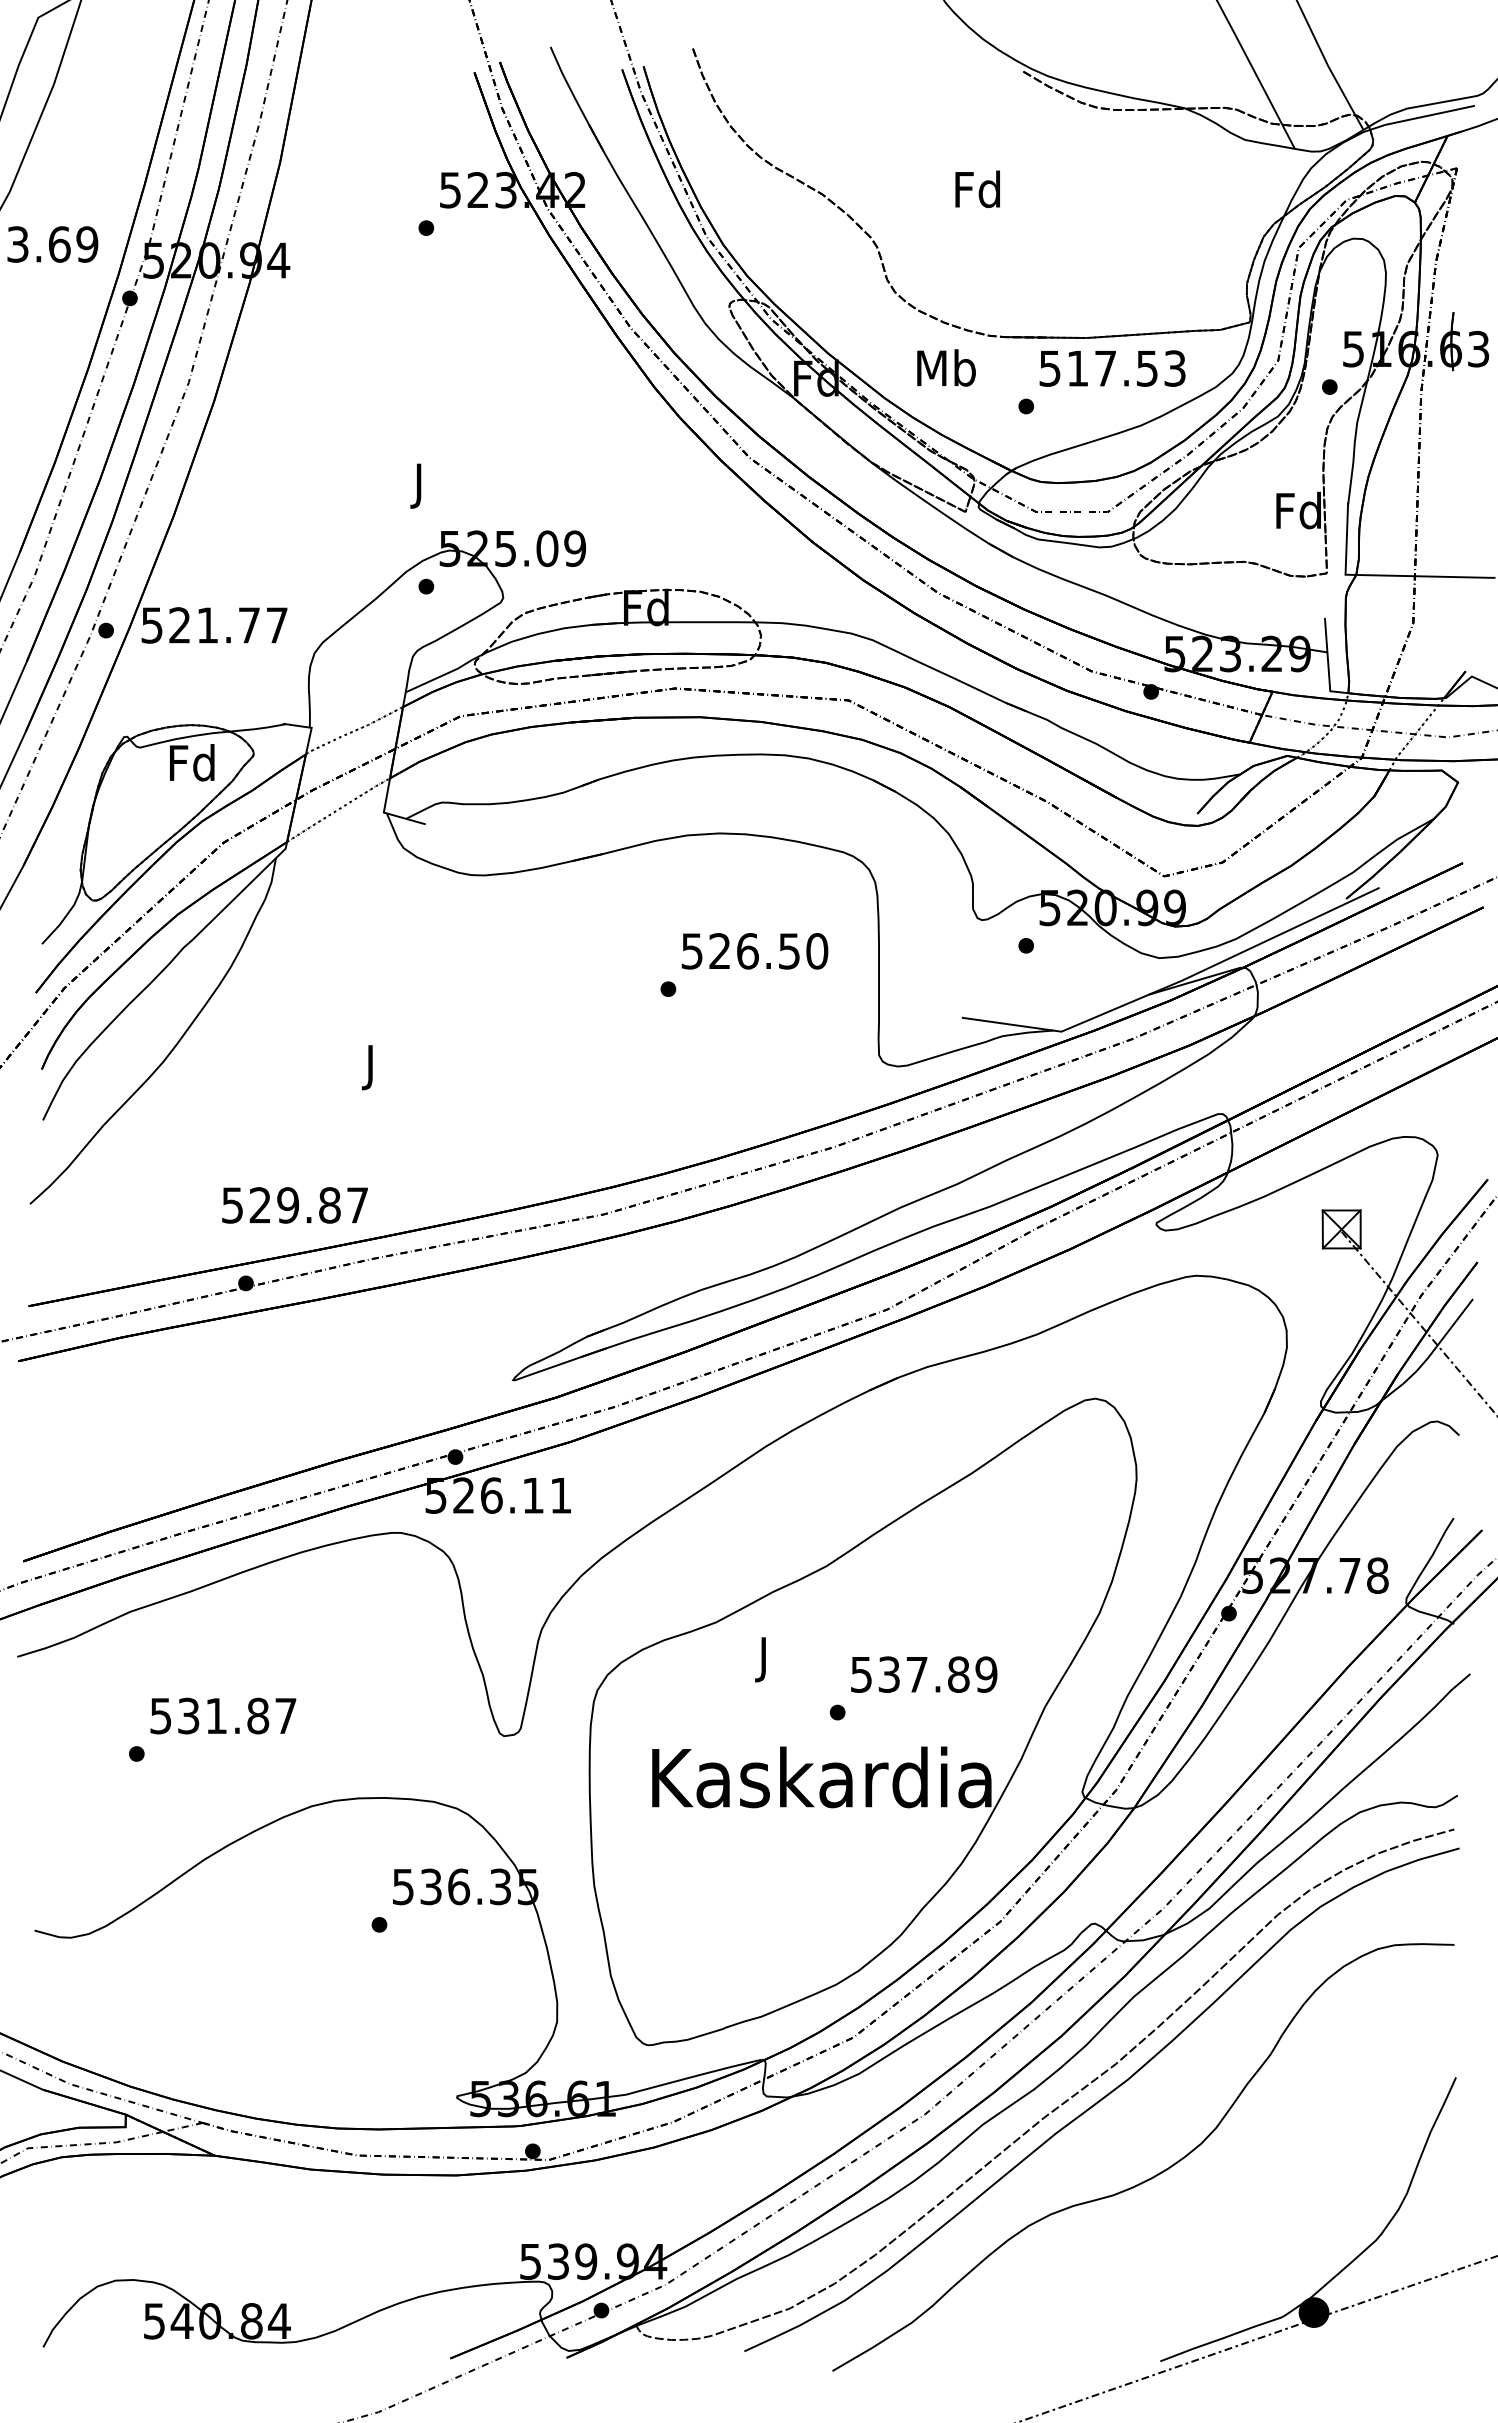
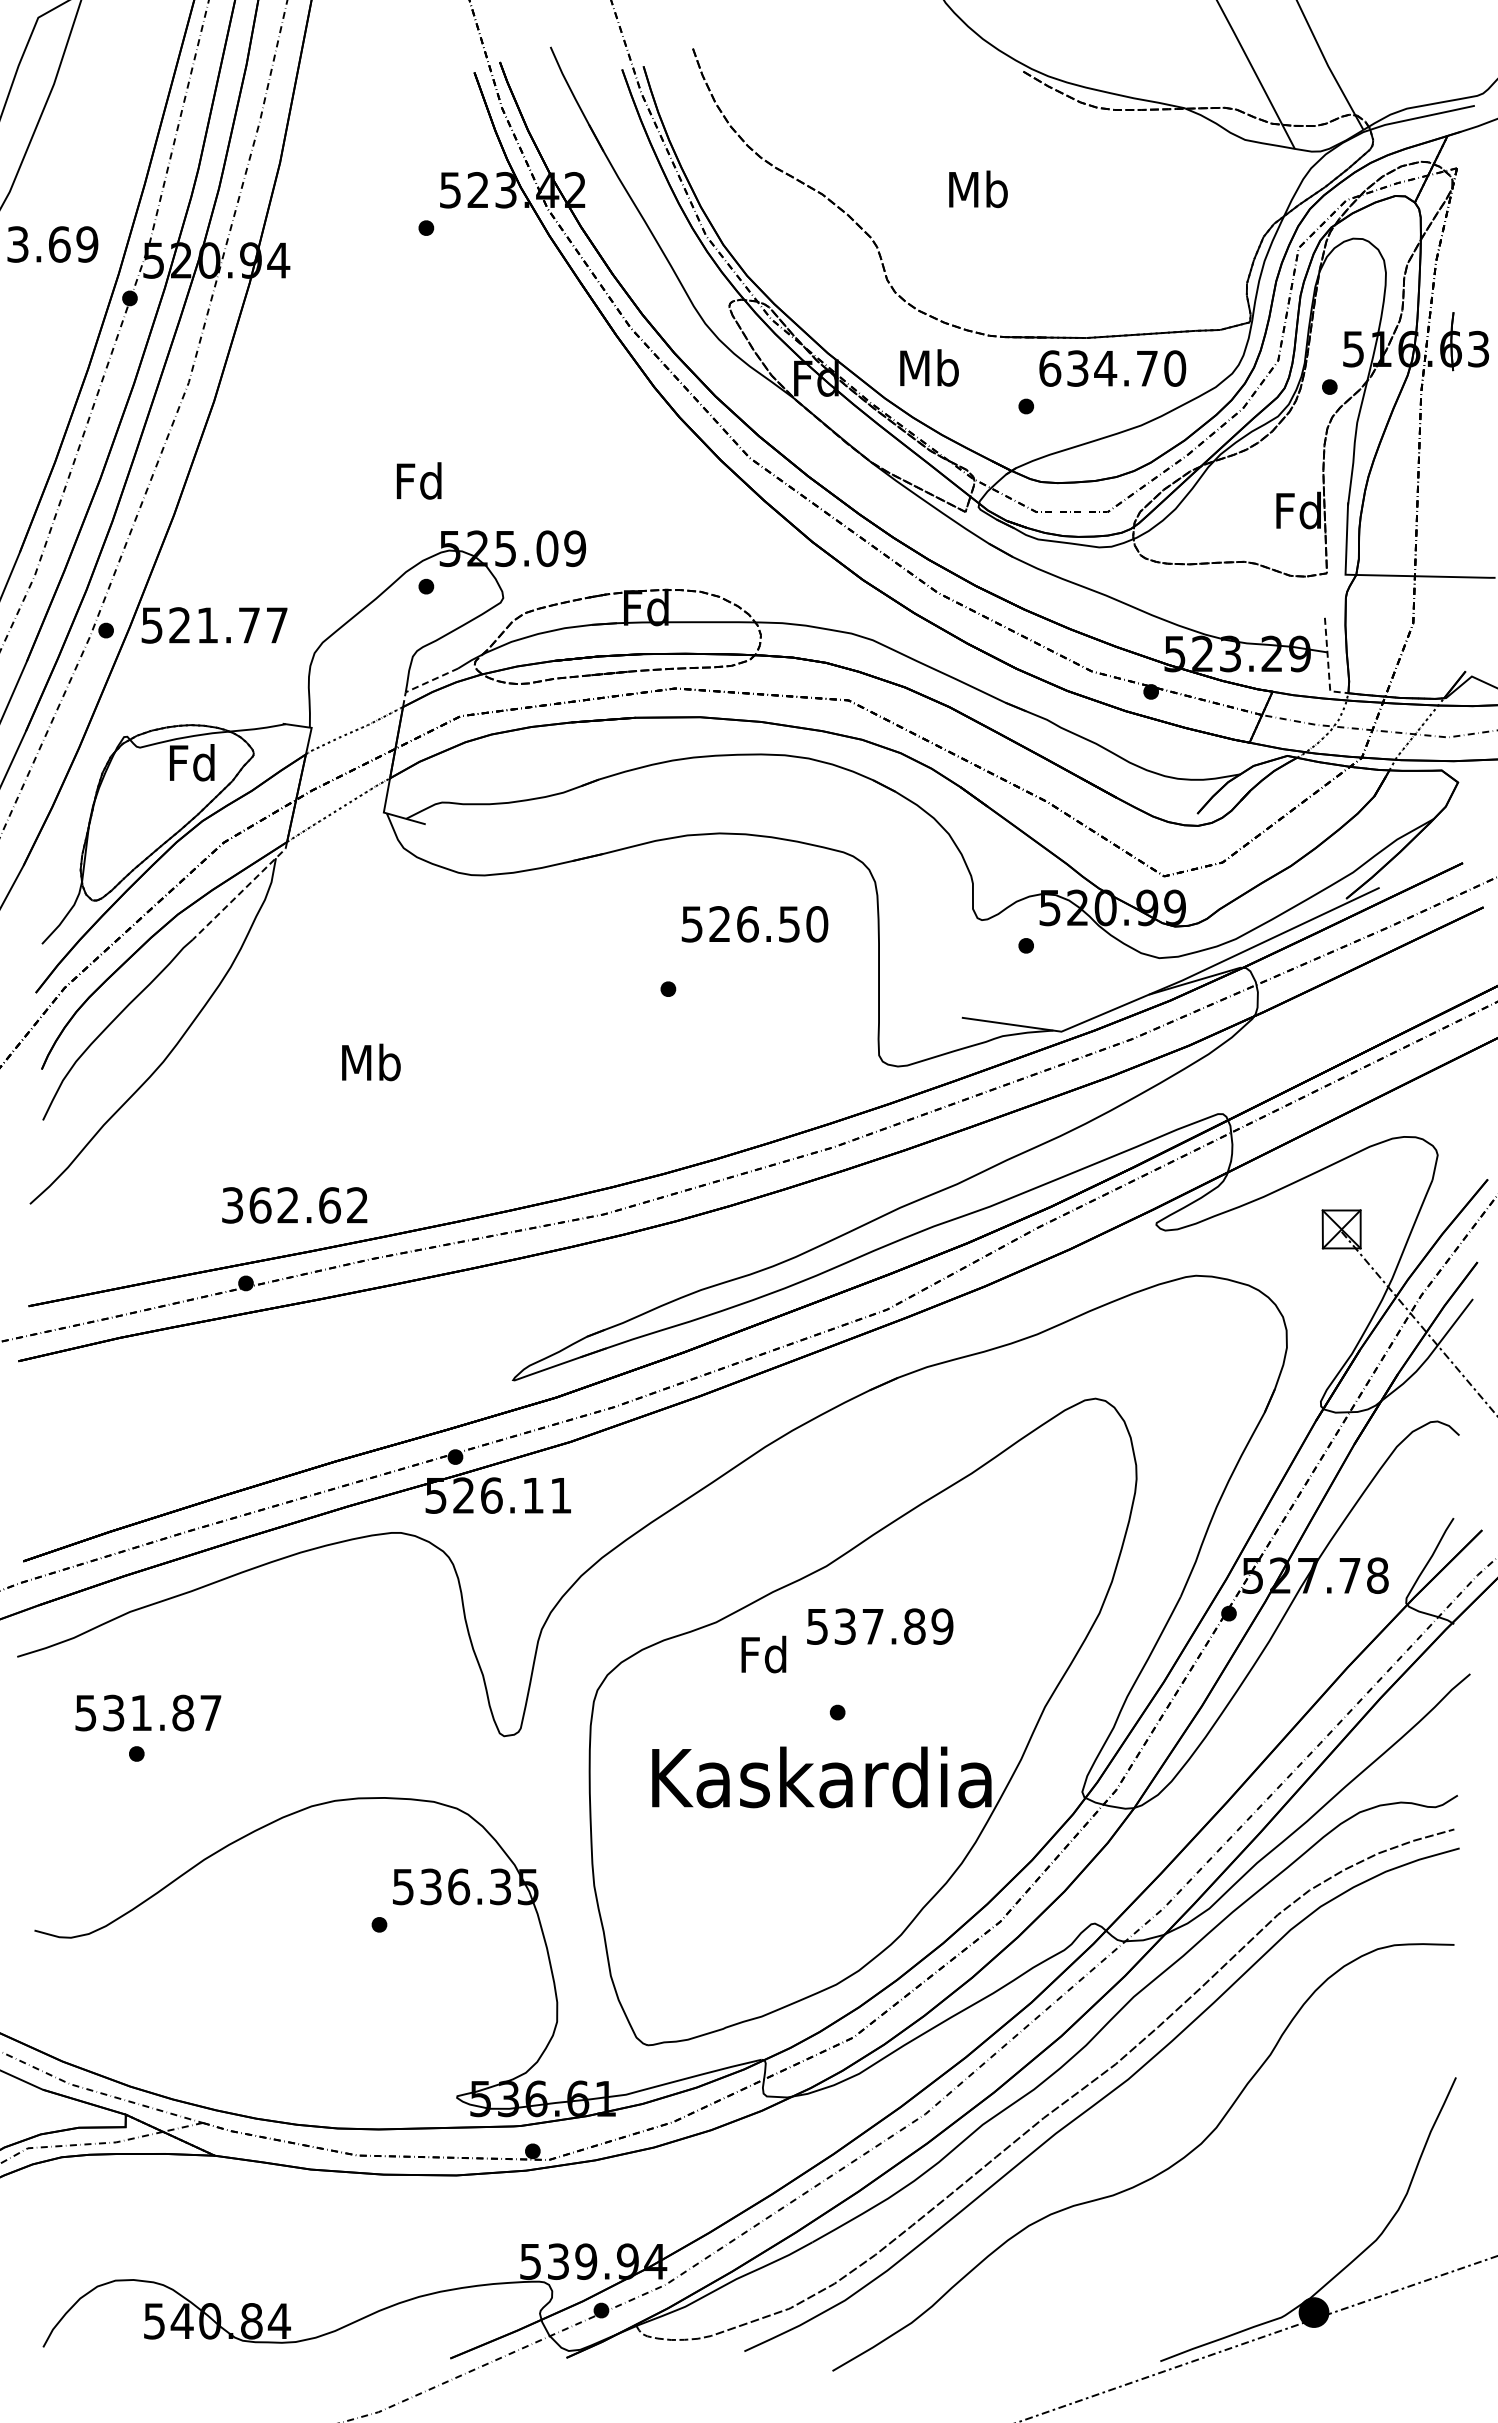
text at (978, 189): Fd -> Mb
text at (946, 367) position: (946, 367) -> (929, 367)
text at (1112, 368): 517.53 -> 634.70
text at (418, 485): J -> Fd
line at (1328, 664): solid -> dashed
line at (424, 683): solid -> dashed
line at (242, 891): solid -> dashed
text at (754, 951) position: (754, 951) -> (754, 924)
text at (371, 1066): J -> Mb
text at (294, 1205): 529.87 -> 362.62
text at (763, 1658): J -> Fd
text at (924, 1674) position: (924, 1674) -> (880, 1626)
text at (223, 1715) position: (223, 1715) -> (148, 1712)
